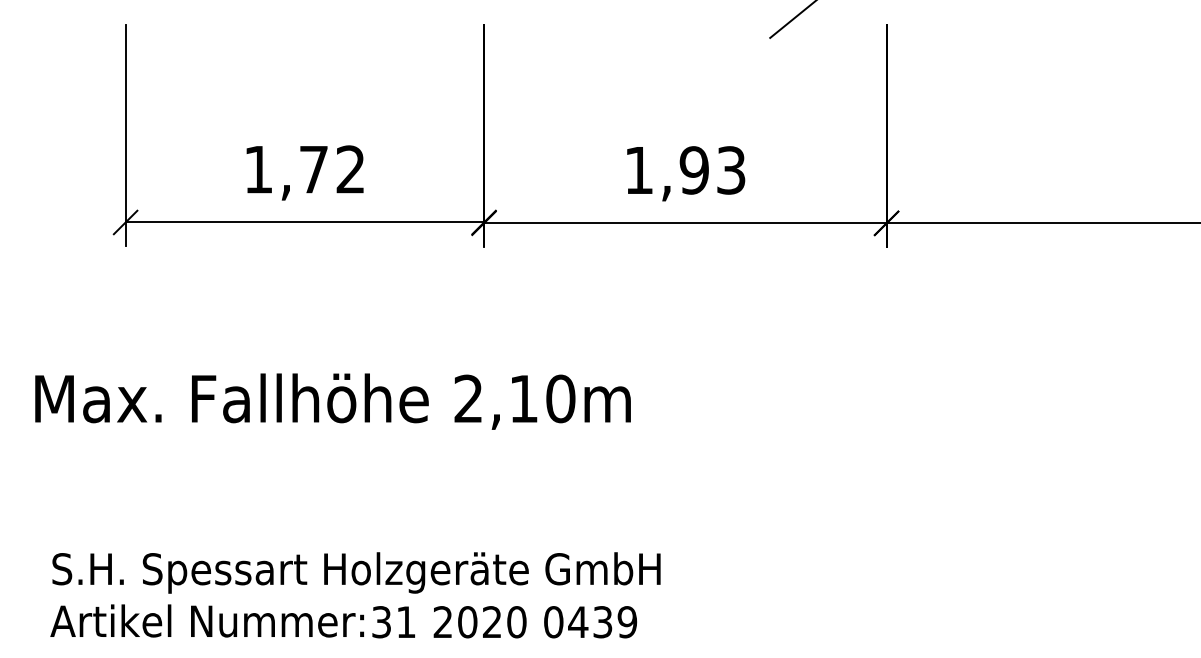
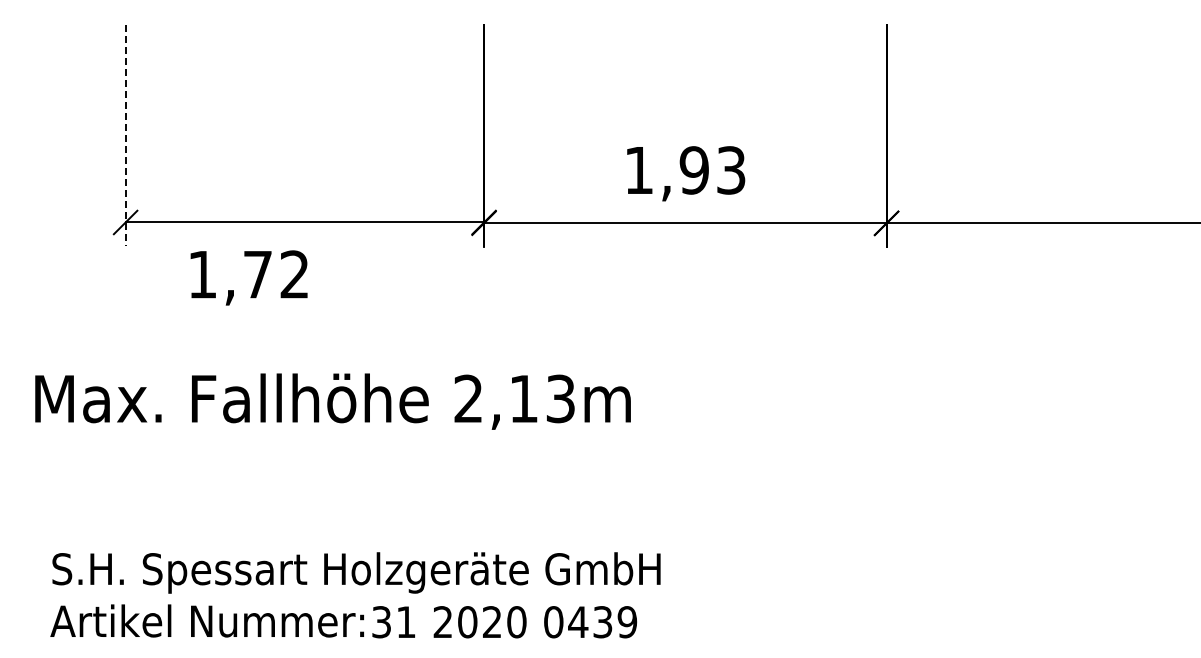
line at (791, 19): present -> none
line at (125, 136): solid -> dashed
text at (304, 172) position: (304, 172) -> (248, 277)
text at (560, 398): 2,10m -> 2,13m
